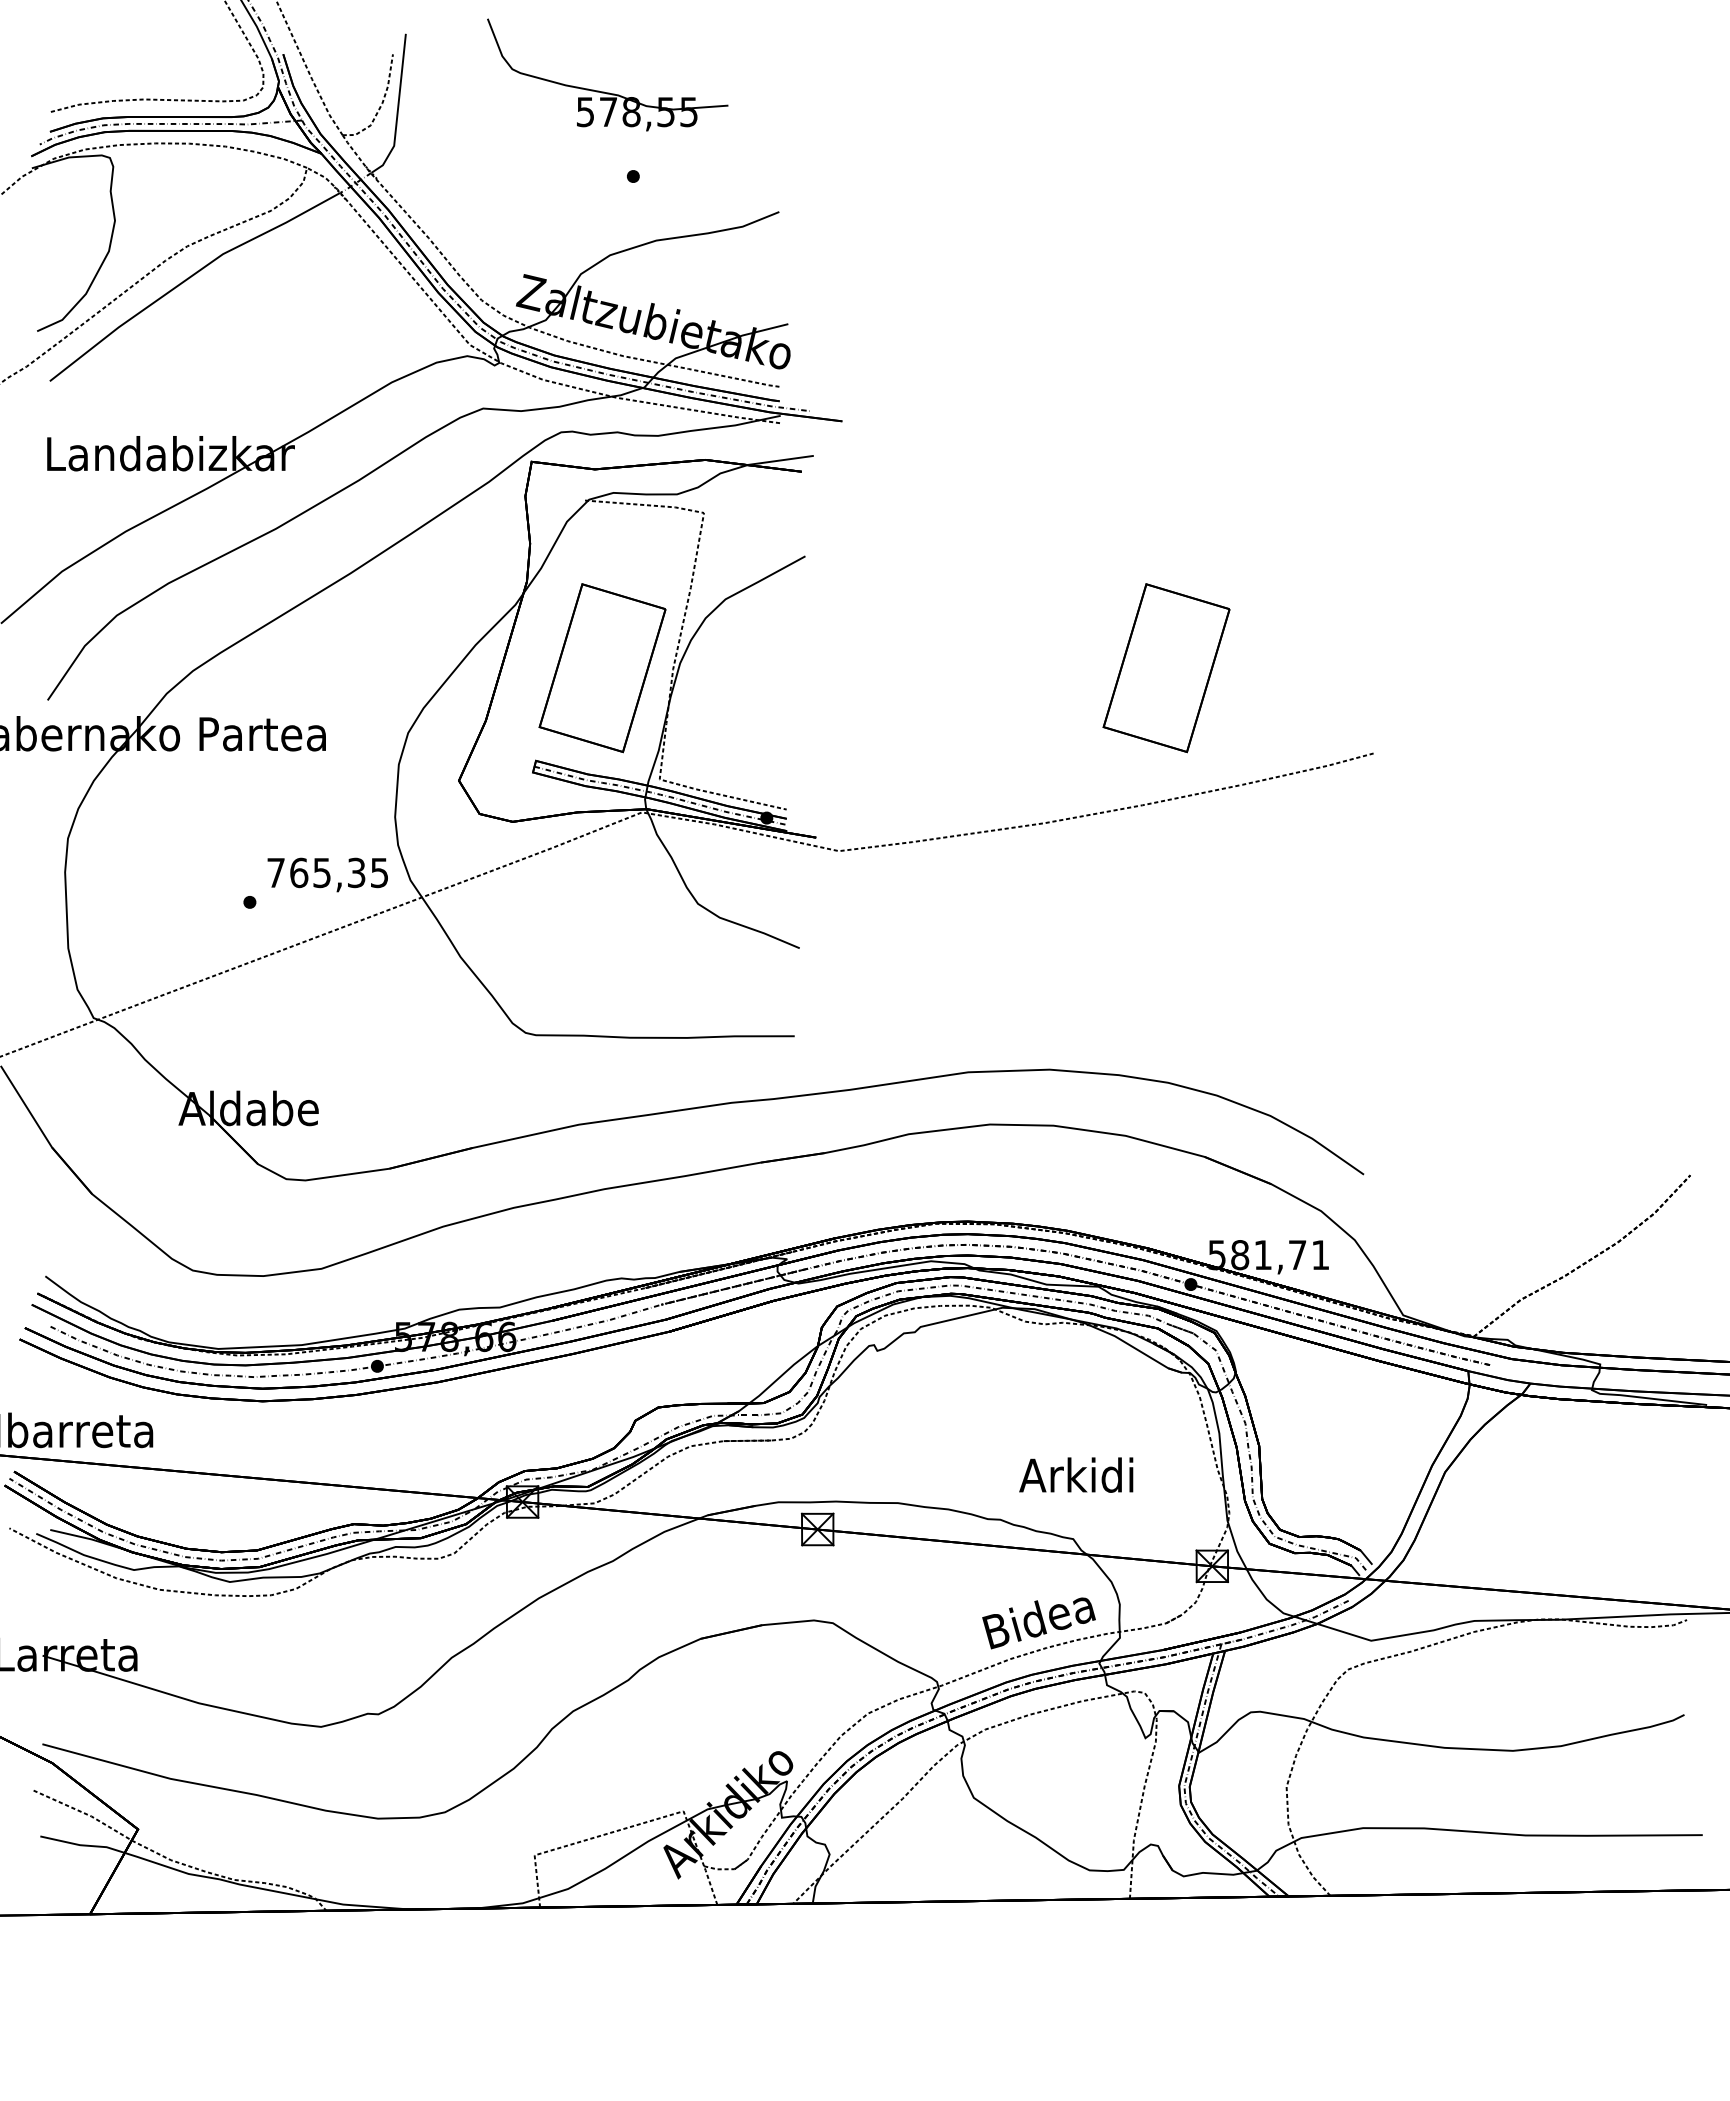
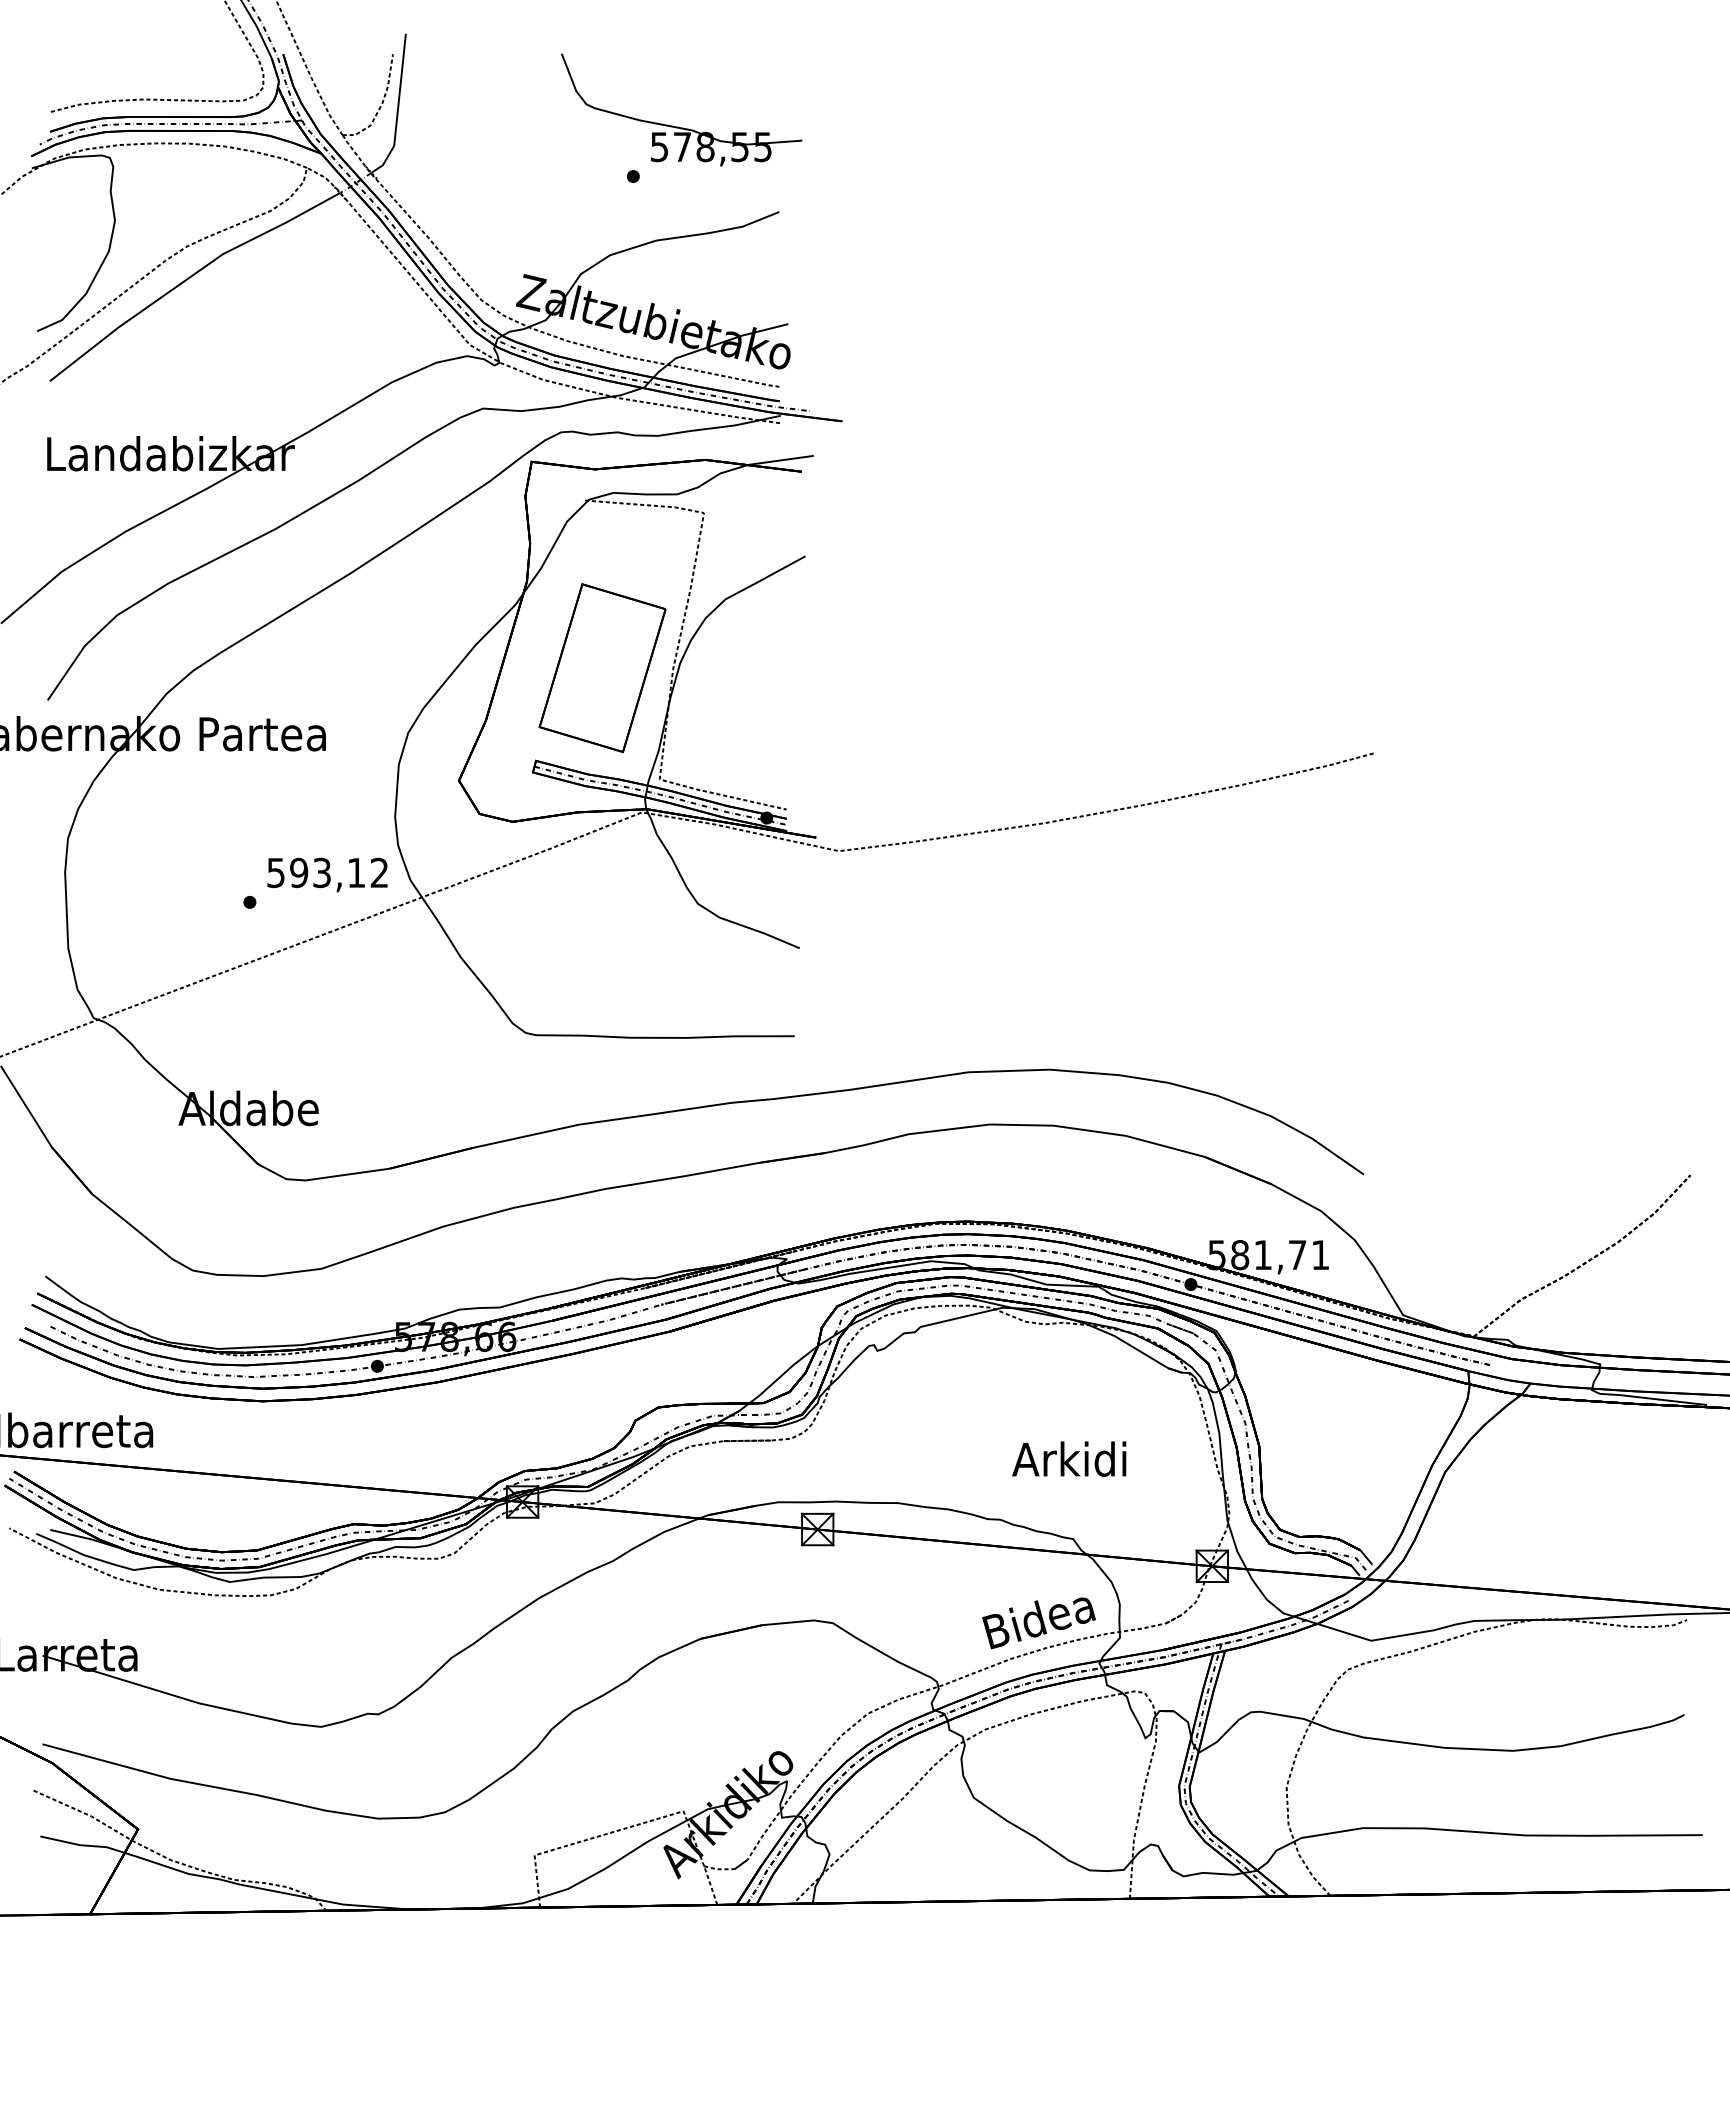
part at (604, 91) position: (604, 91) -> (678, 126)
part at (1166, 668): present -> none
text at (327, 872): 765,35 -> 593,12
text at (1076, 1474) position: (1076, 1474) -> (1069, 1458)
